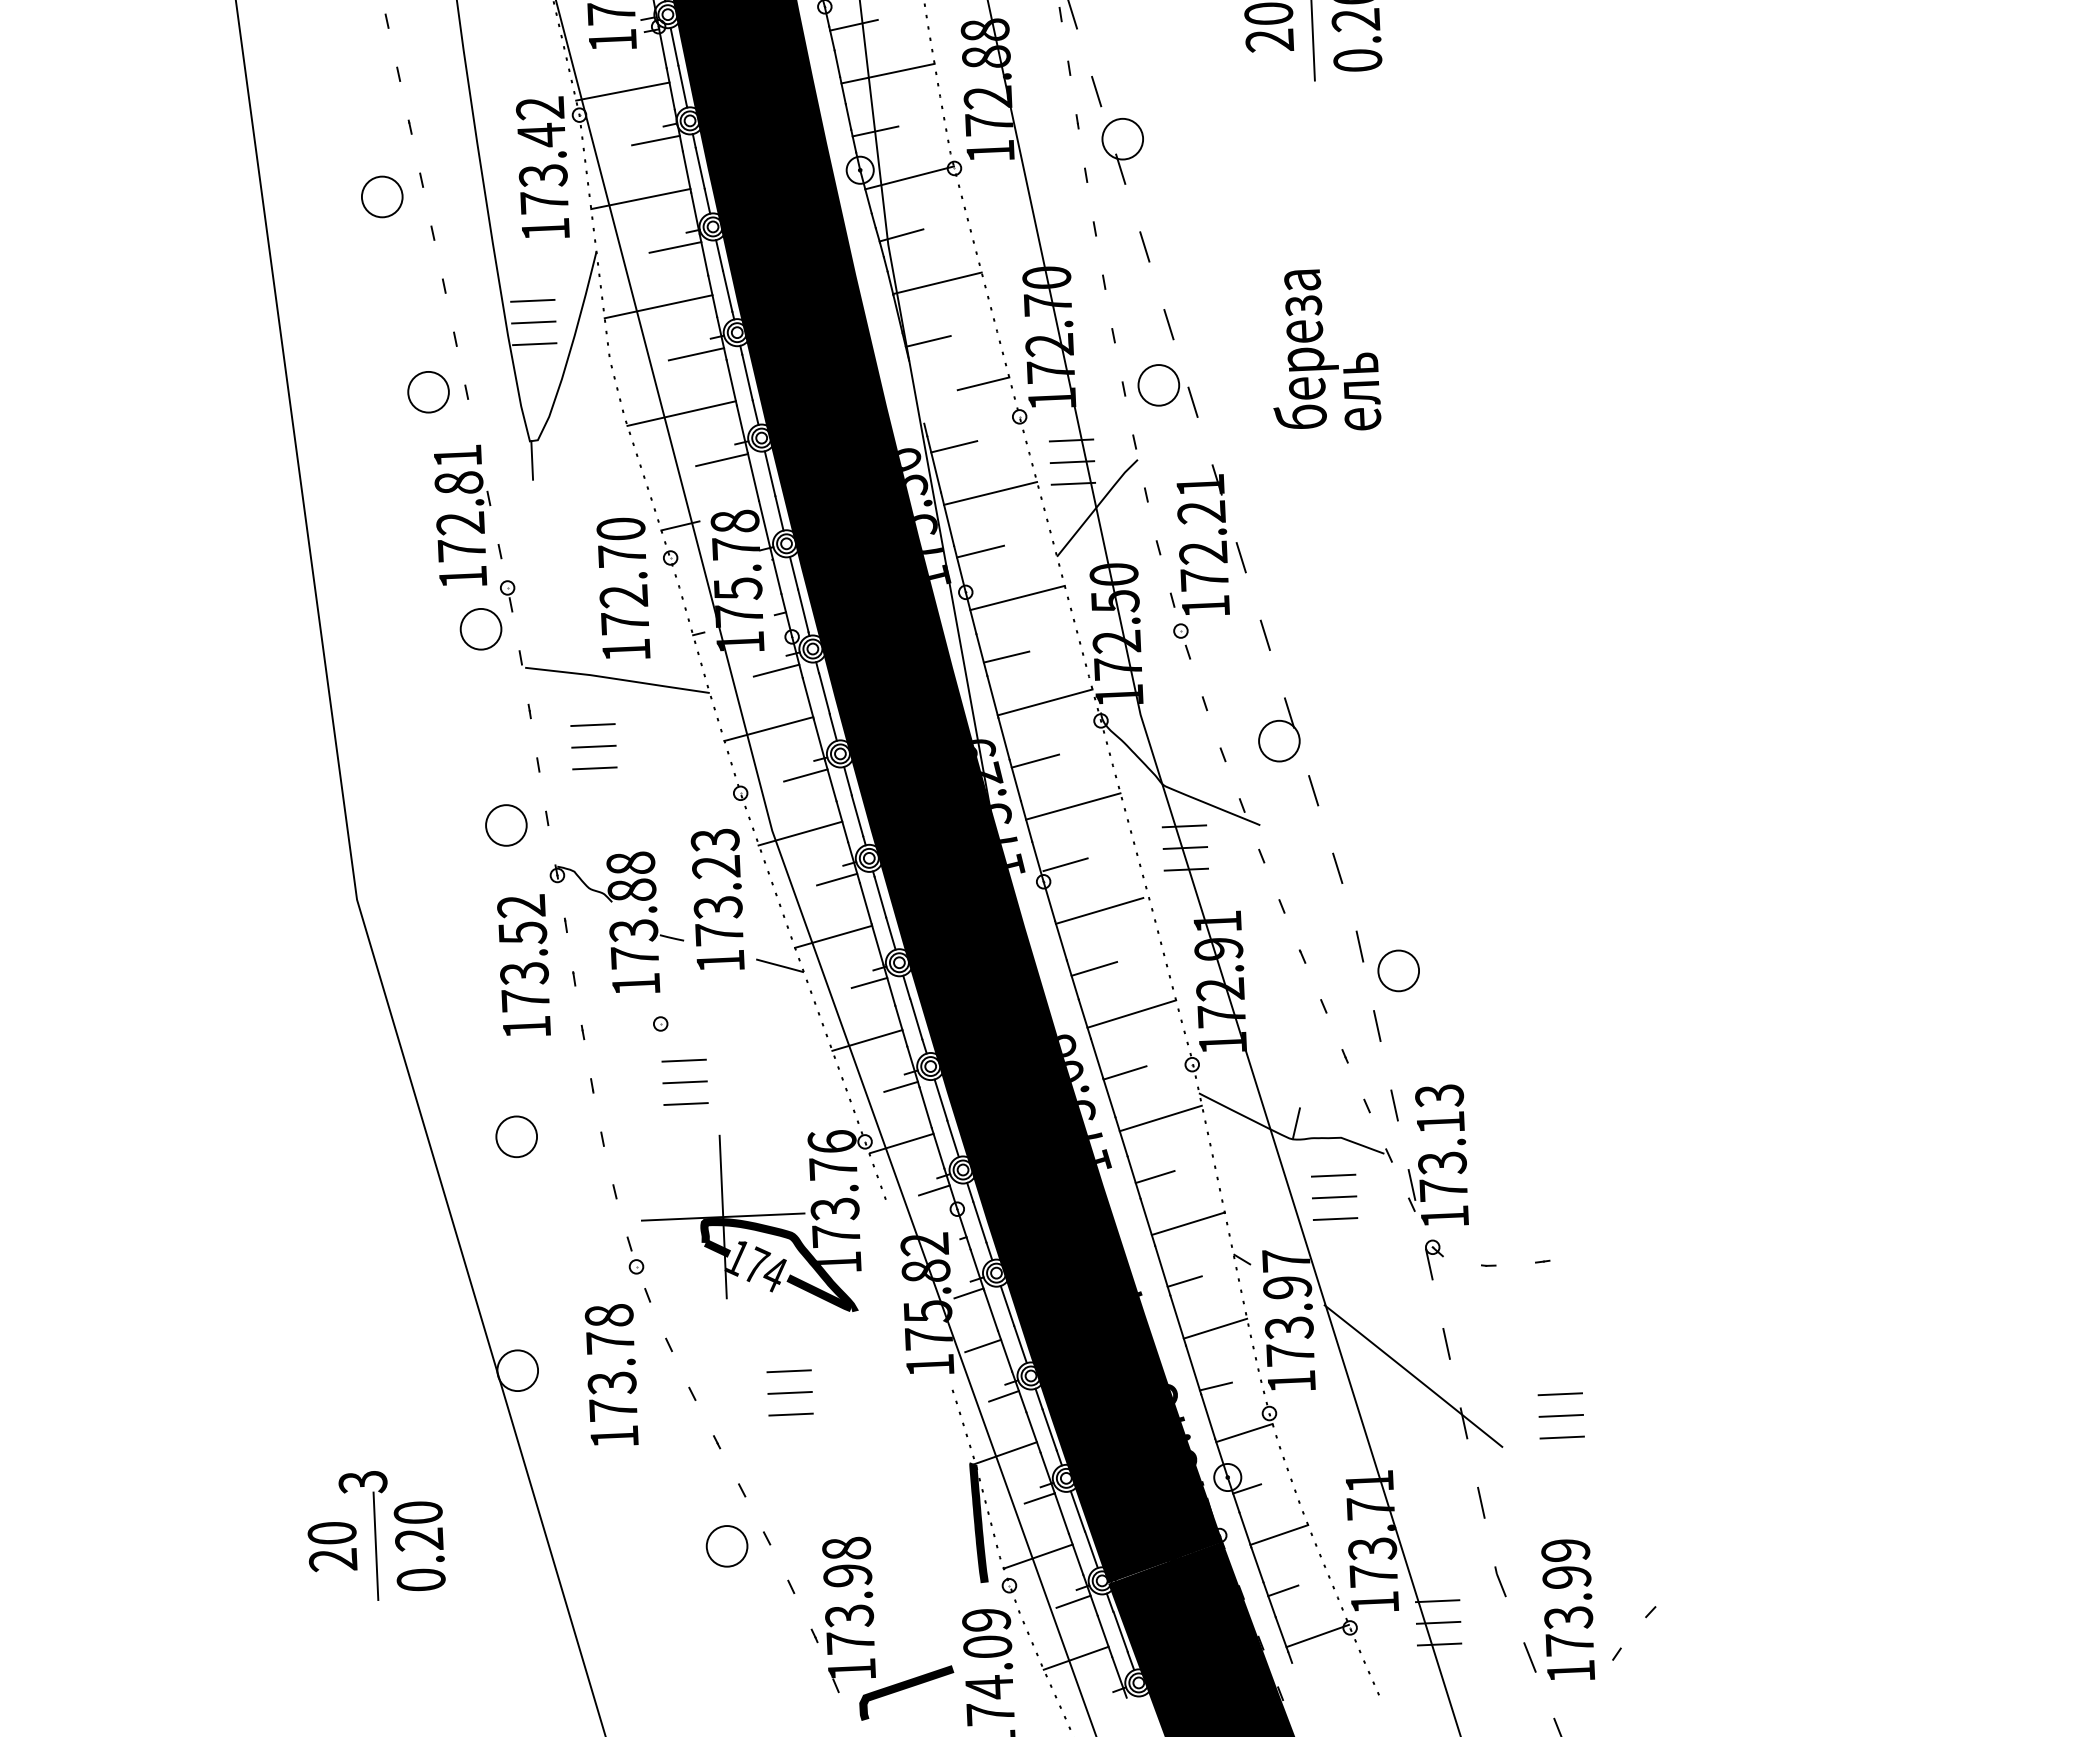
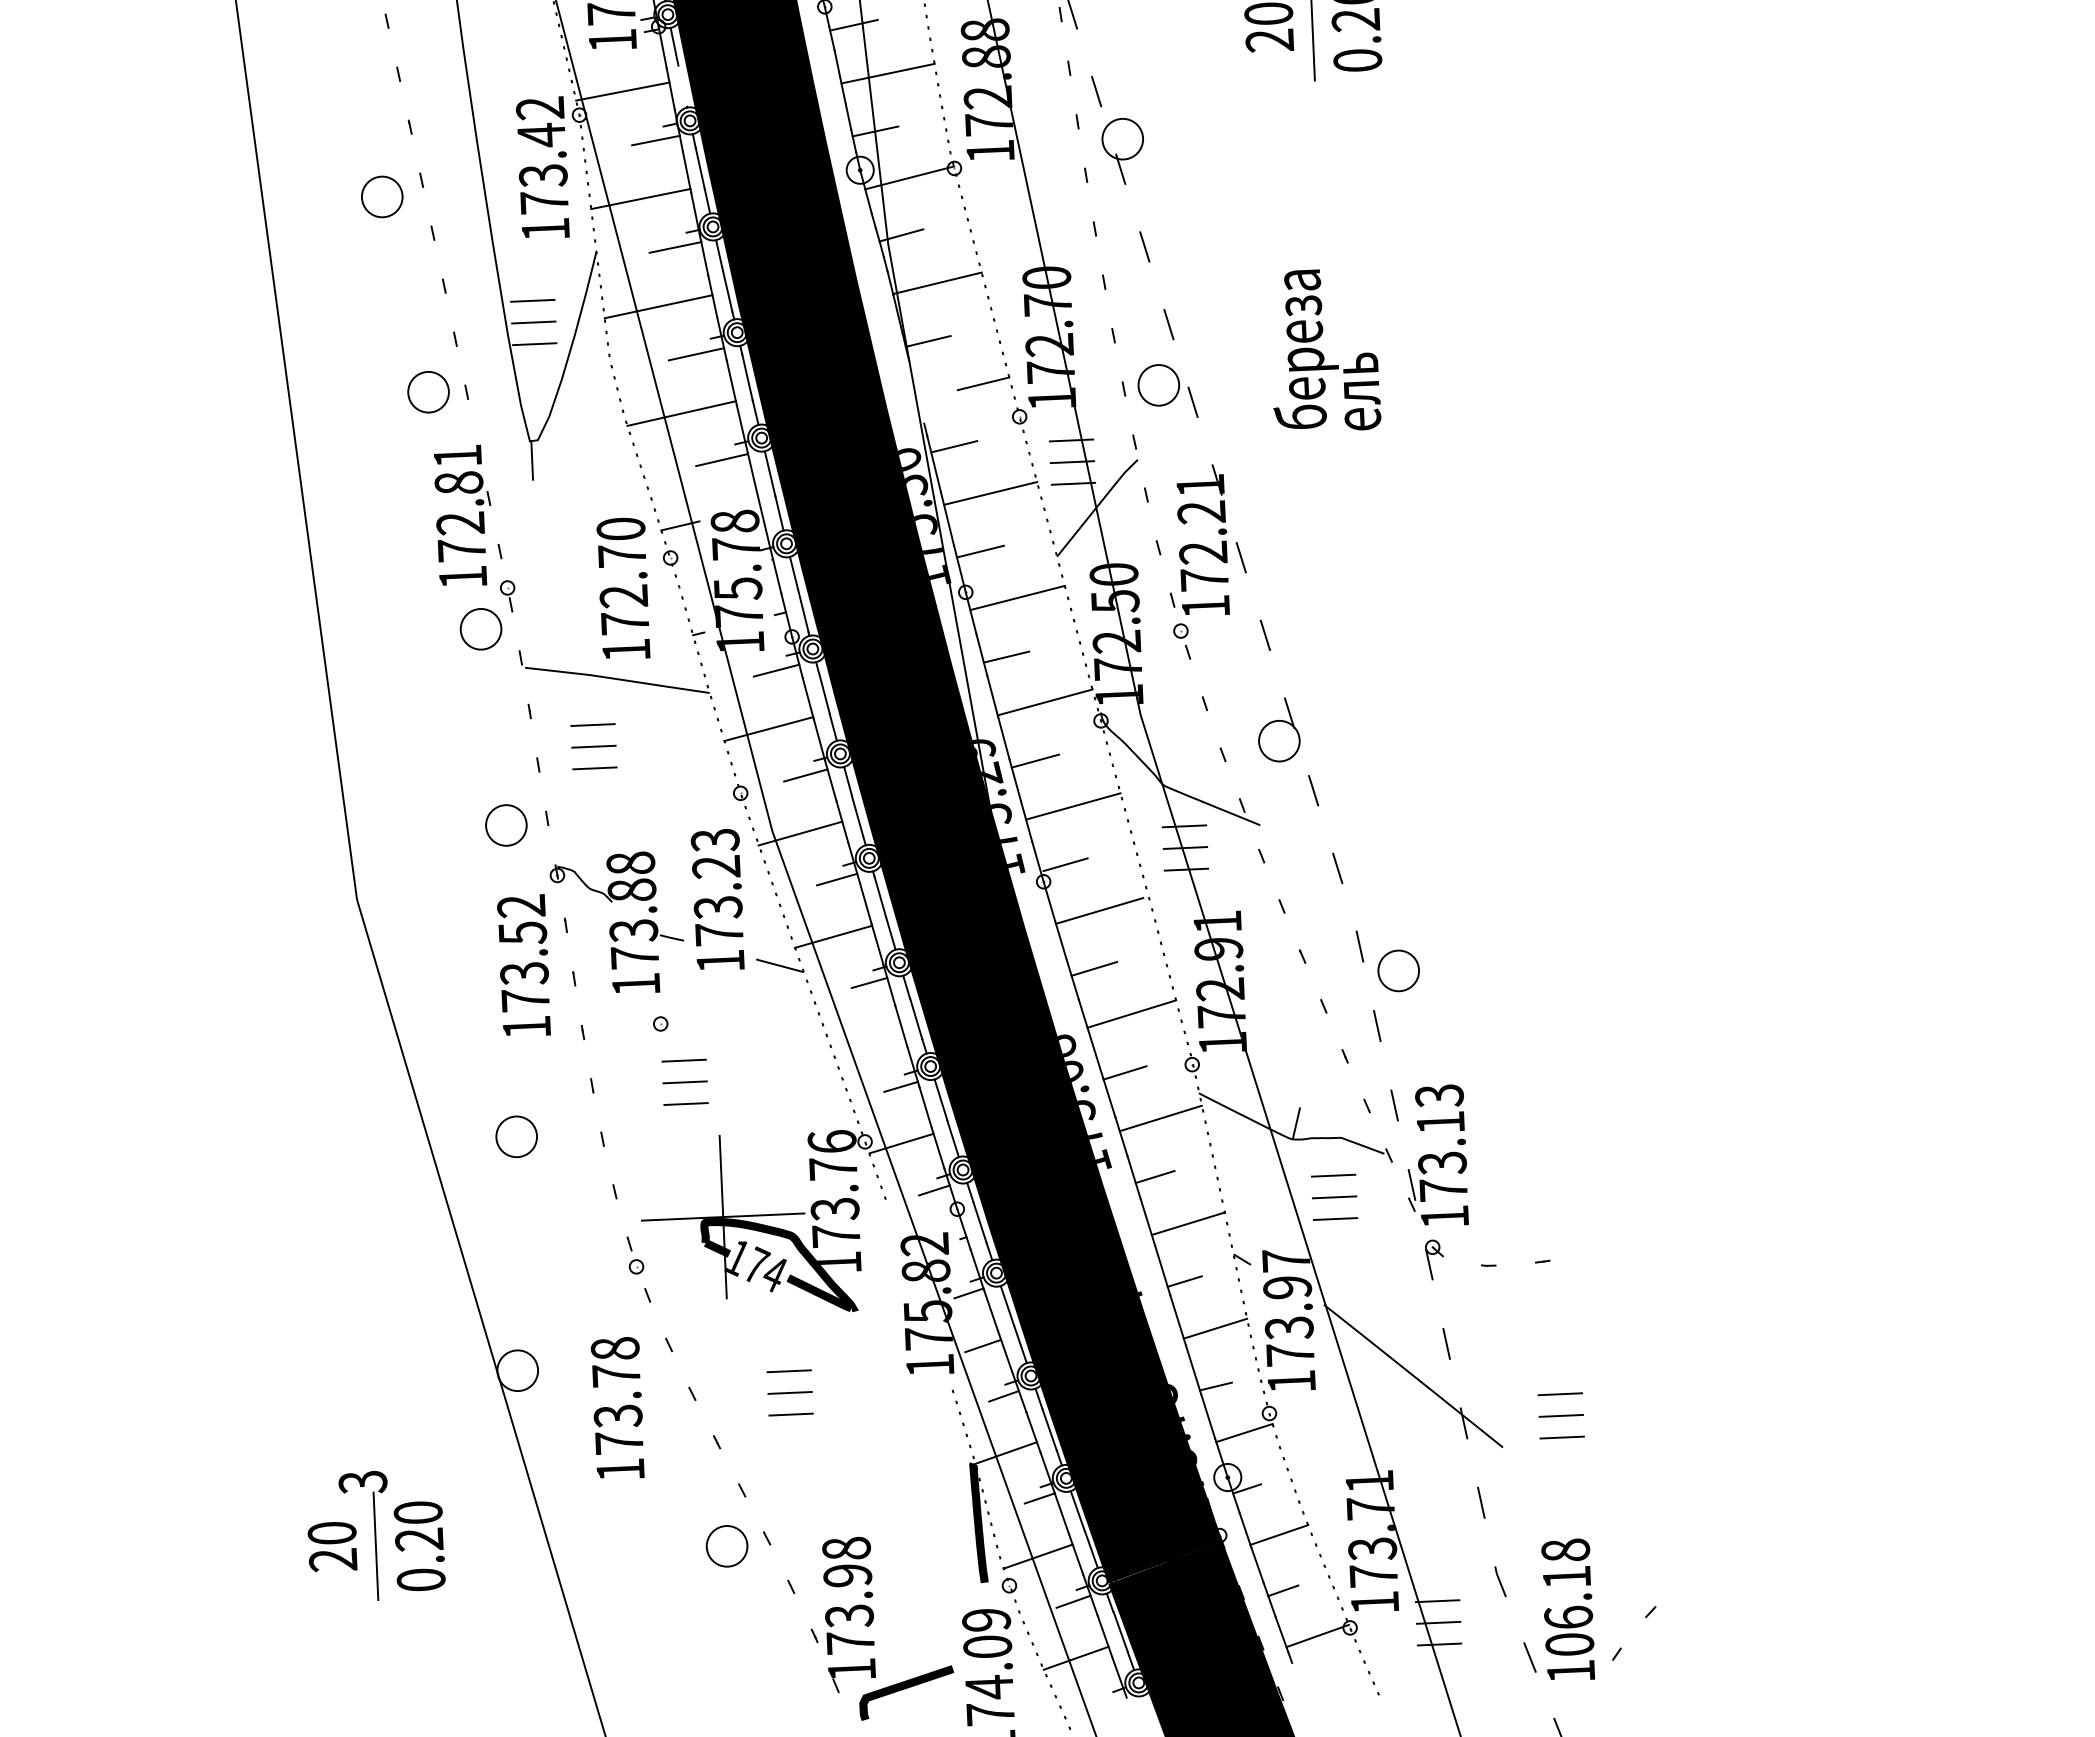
line at (682, 85): present -> none
line at (867, 1040): present -> none
text at (611, 1374) position: (611, 1374) -> (617, 1407)
text at (1567, 1597): 173.99 -> 106.18
